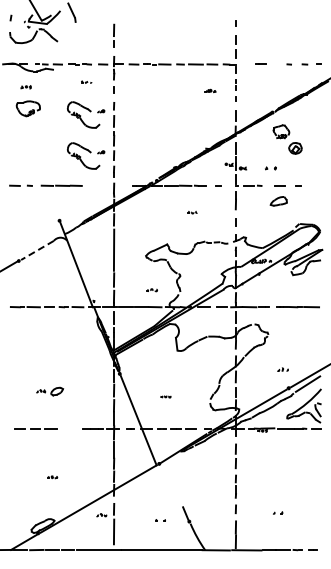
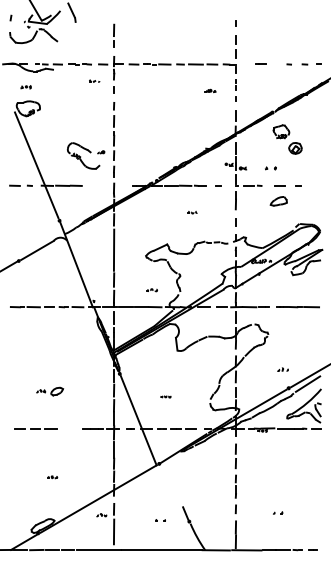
part at (86, 81) position: (86, 81) -> (94, 80)
part at (86, 114): present -> none
line at (36, 165): none -> present
line at (37, 250): dashed -> solid
